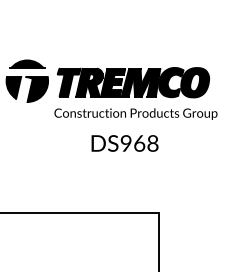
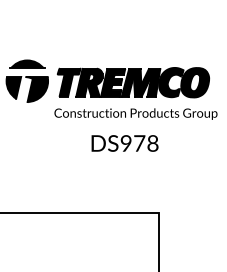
text at (139, 143): DS968 -> DS978
